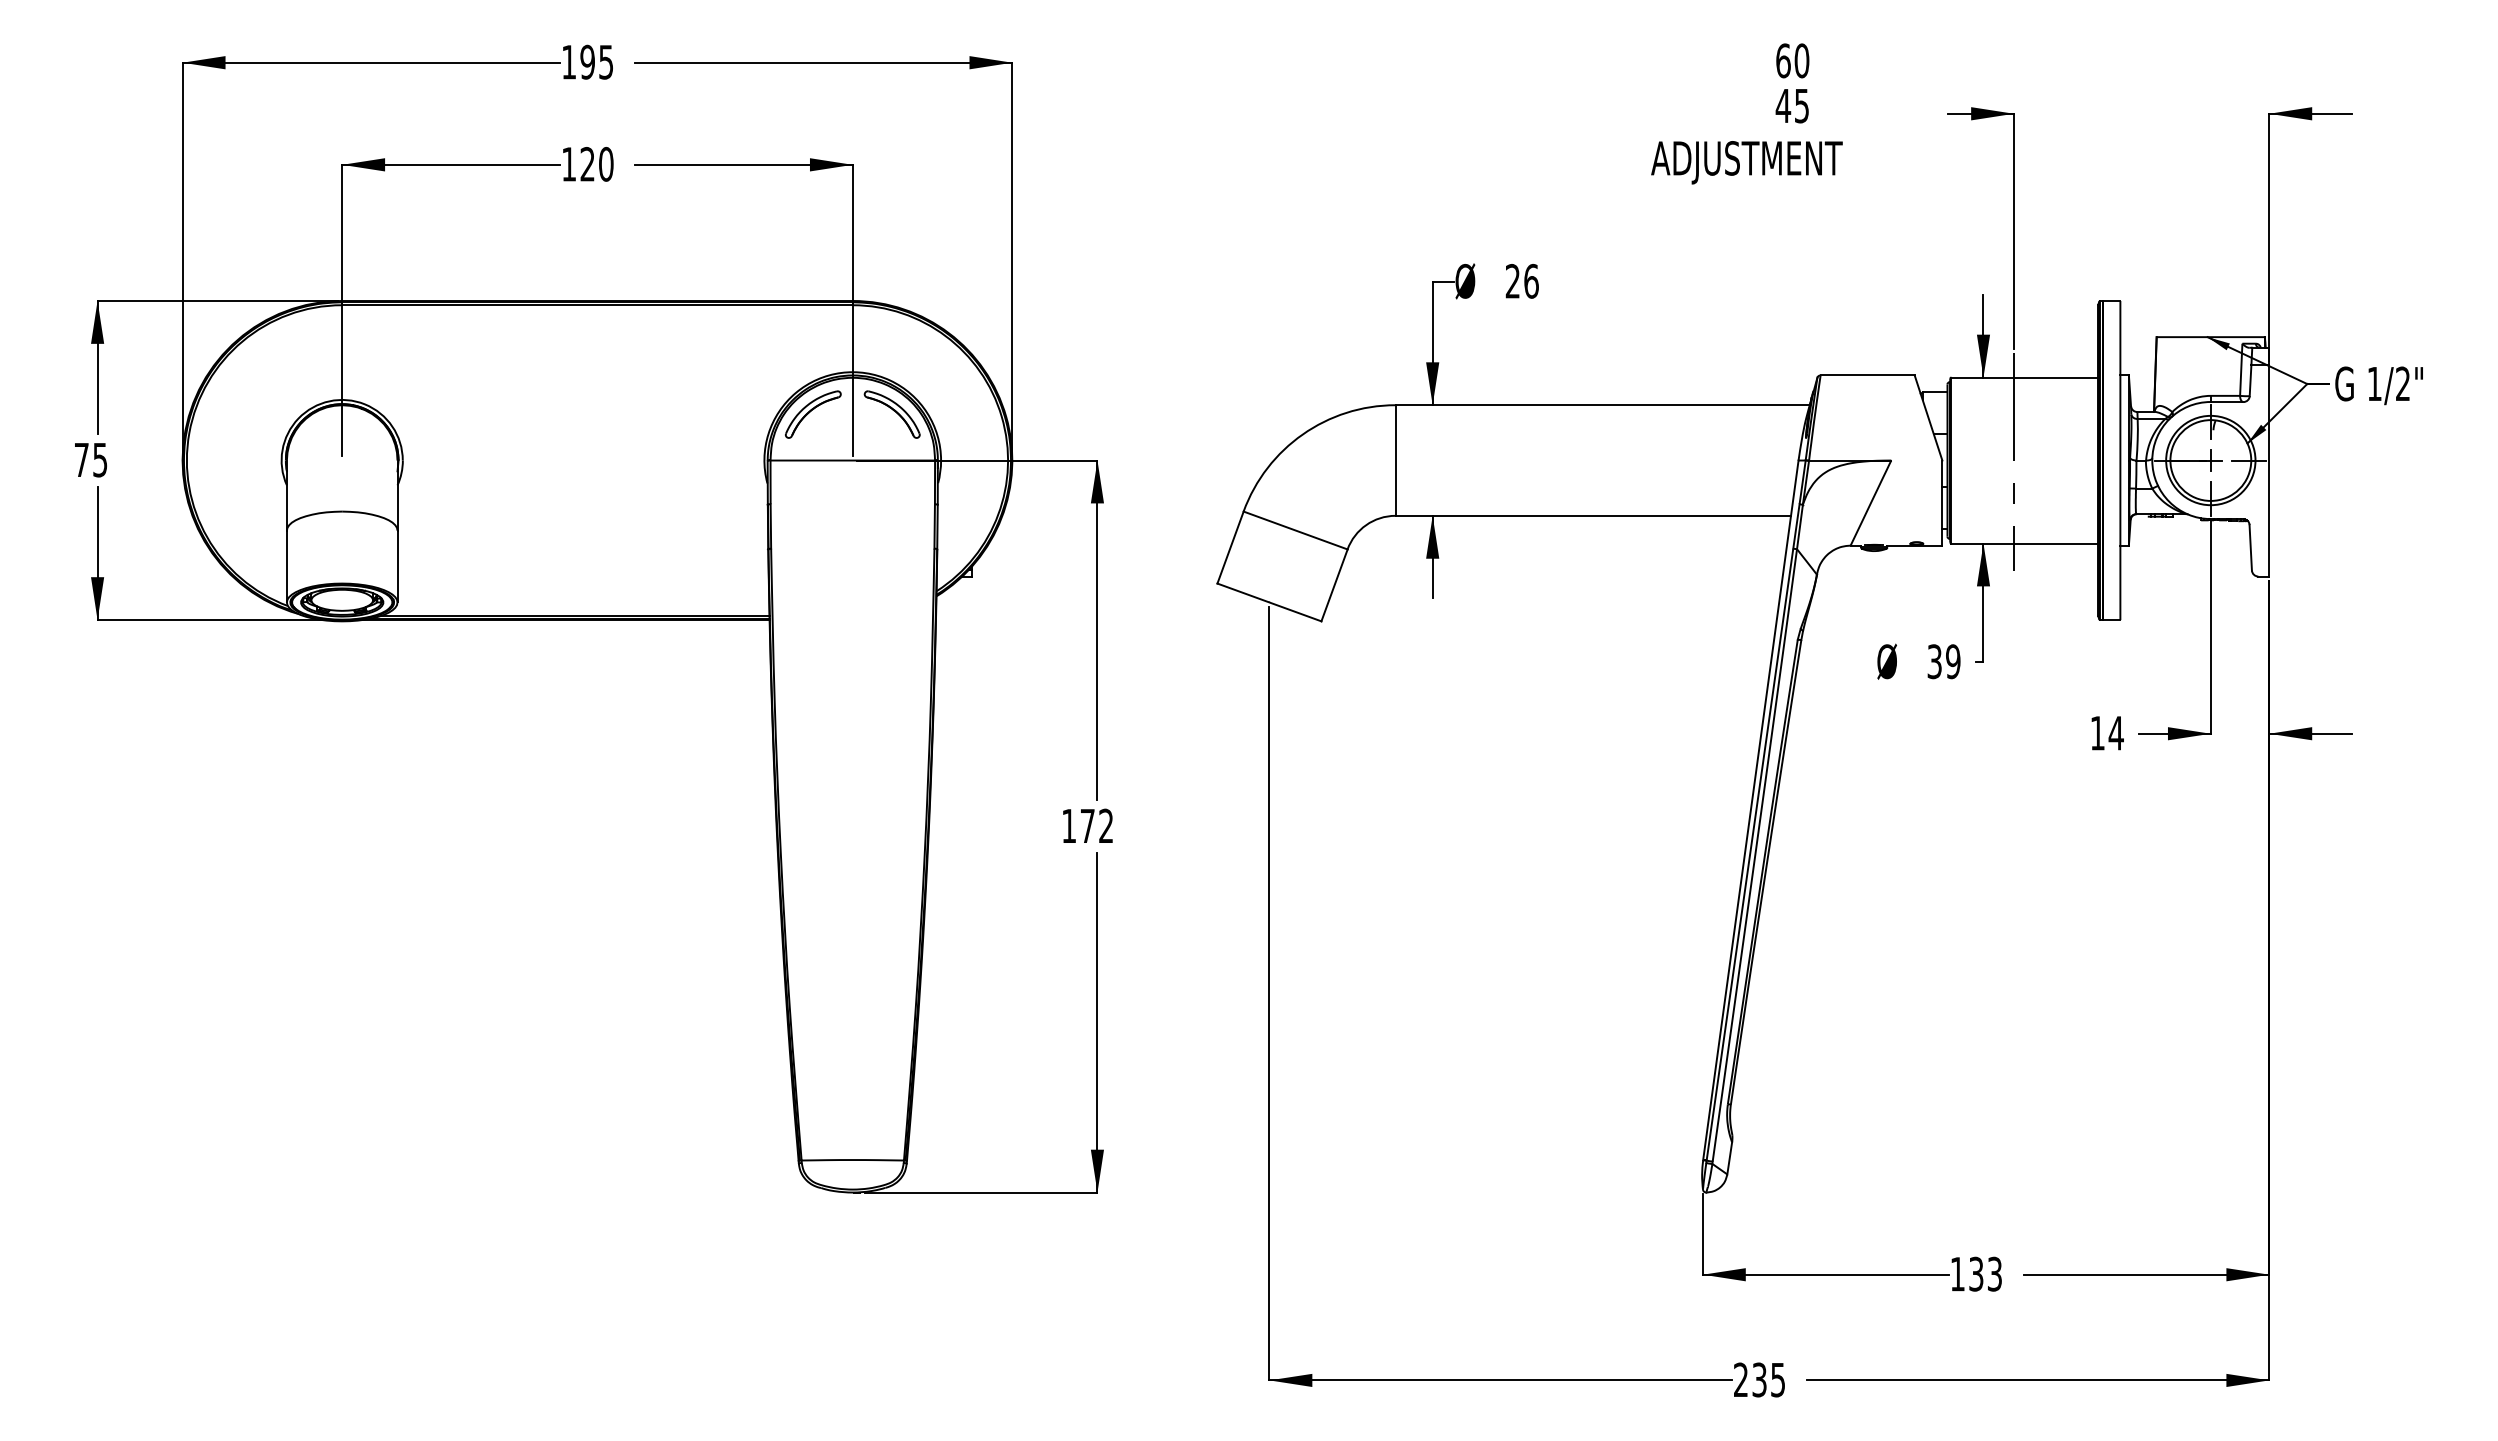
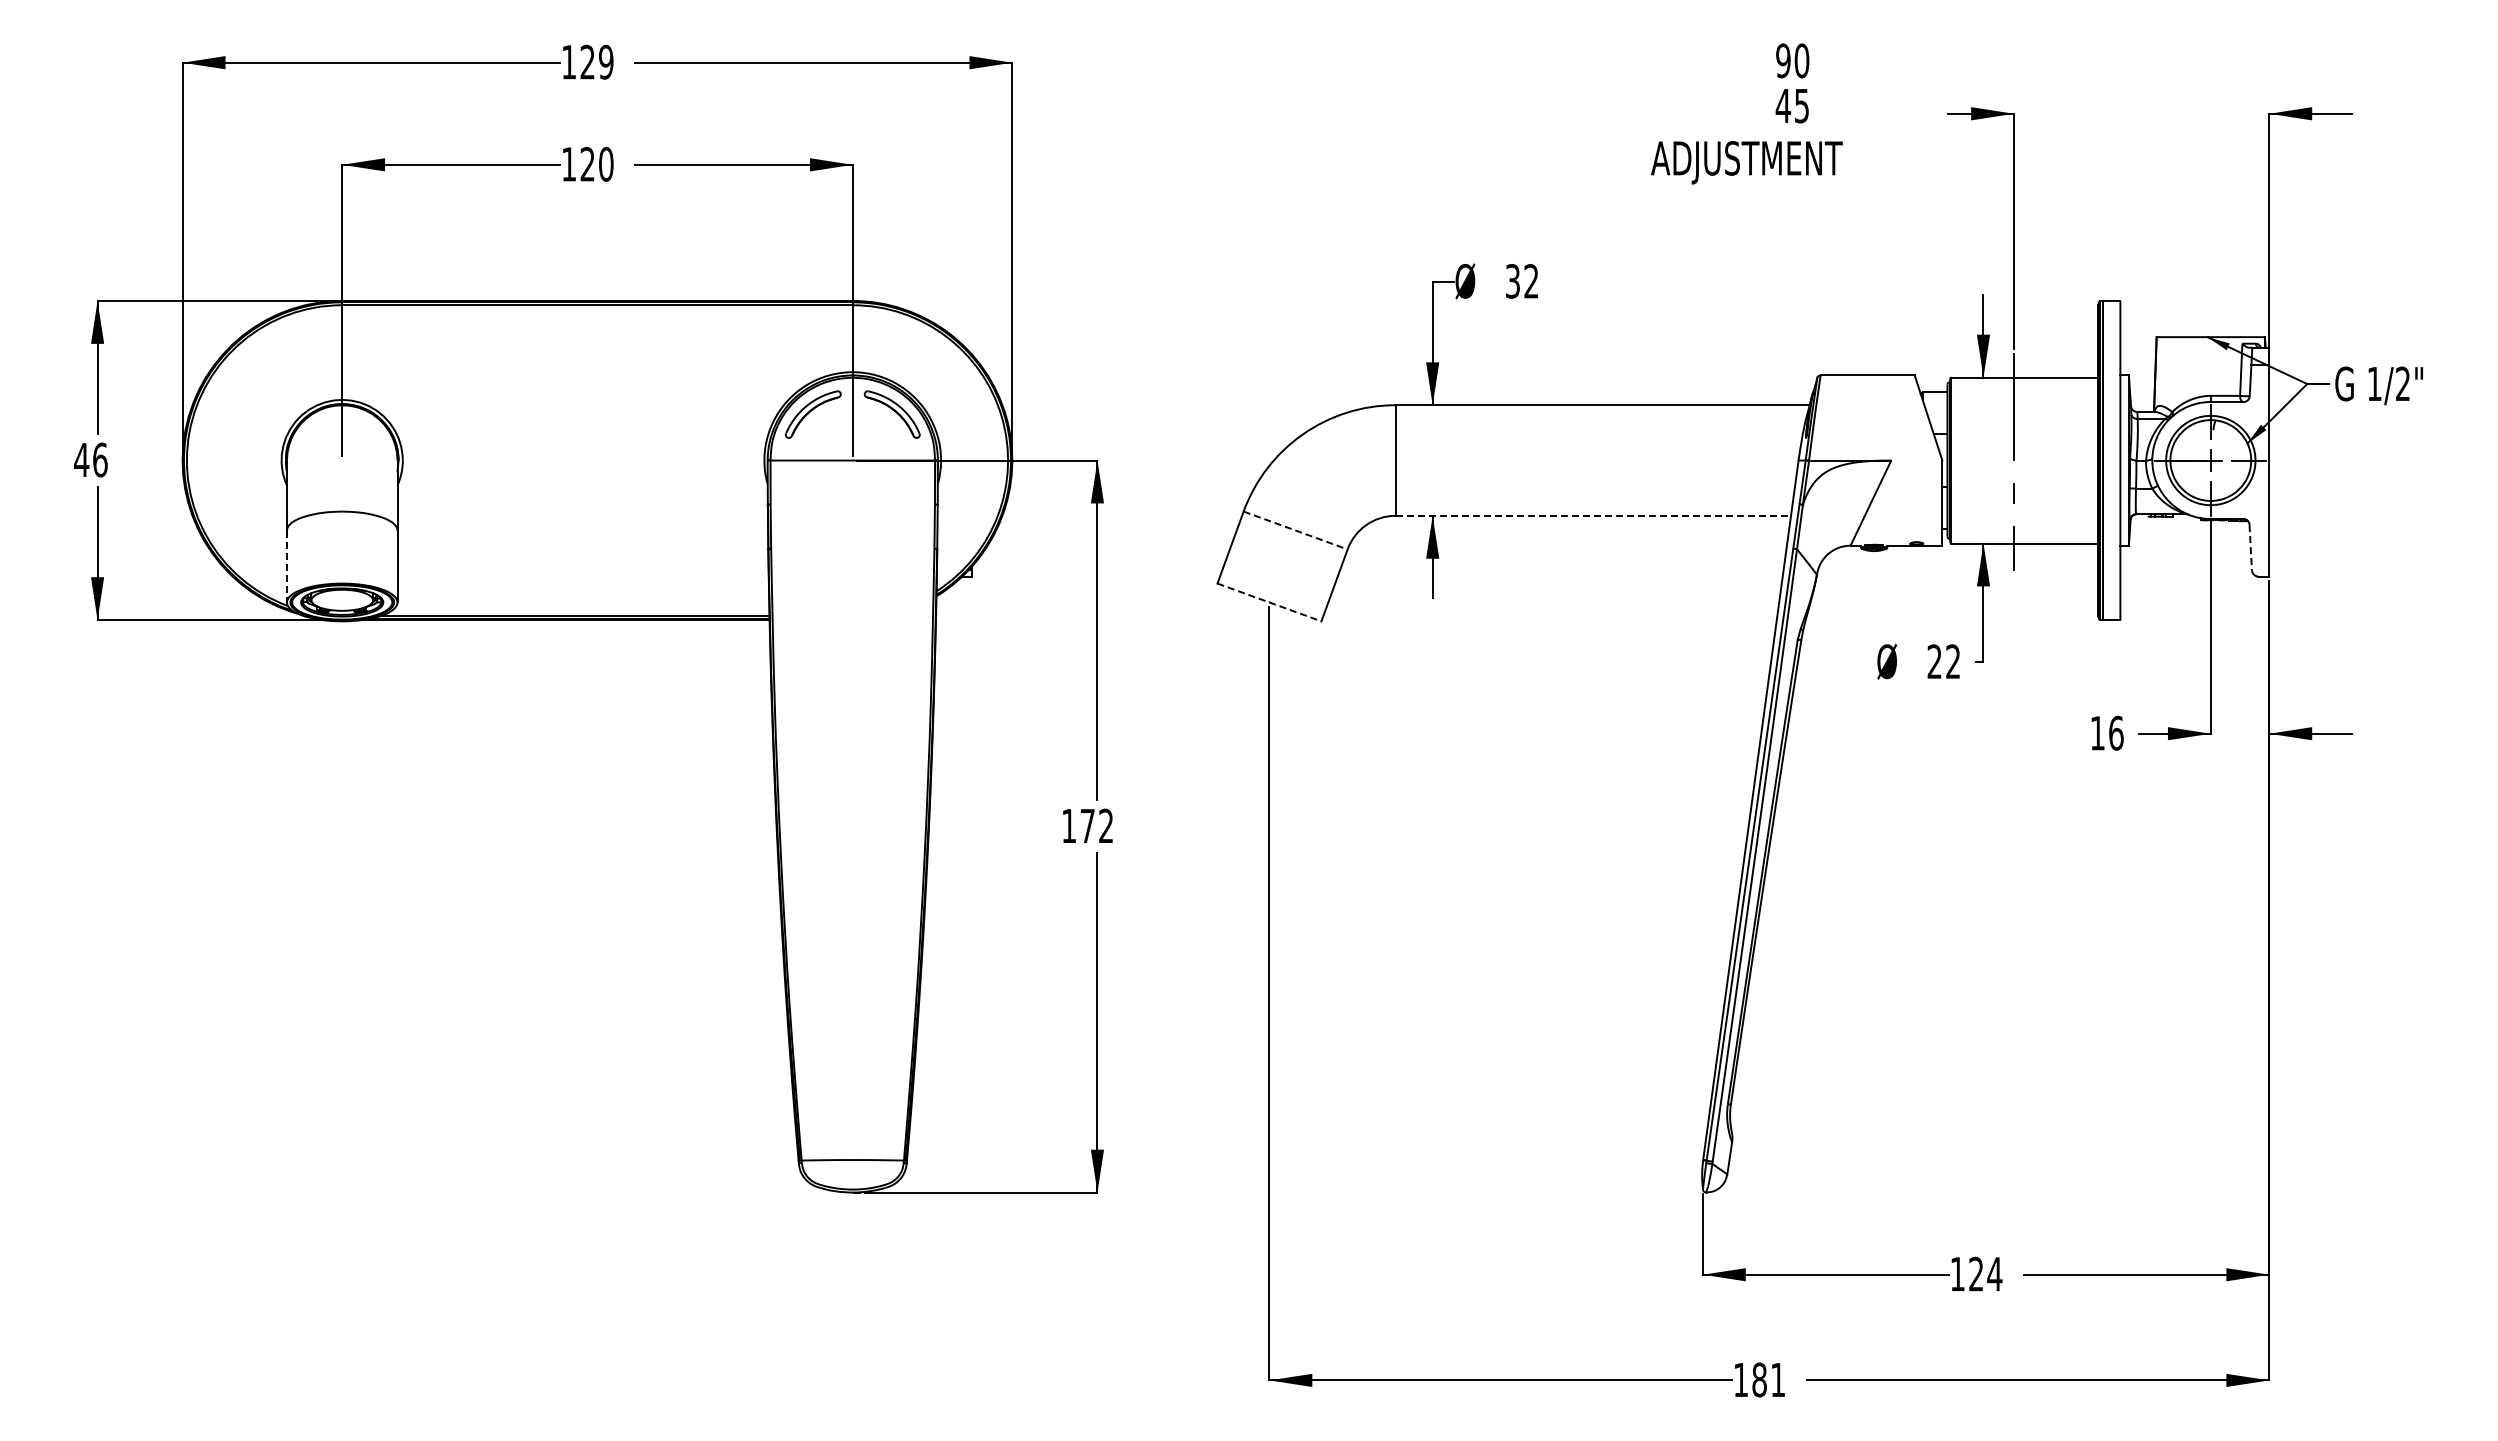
text at (1783, 60): 60 -> 90
text at (596, 61): 195 -> 129
text at (1521, 280): 26 -> 32
text at (90, 459): 75 -> 46
line at (1593, 515): solid -> dashed
line at (1296, 530): solid -> dashed
line at (2250, 547): solid -> dashed
line at (286, 566): solid -> dashed
line at (1269, 602): solid -> dashed
text at (1943, 661): 39 -> 22
text at (2115, 732): 14 -> 16
text at (1985, 1273): 133 -> 124
text at (1759, 1379): 235 -> 181
